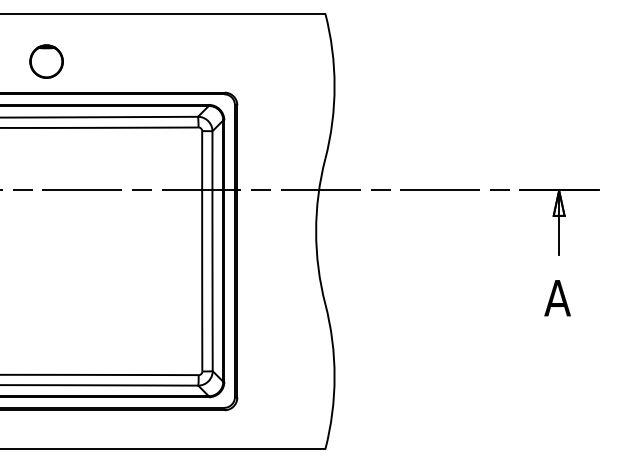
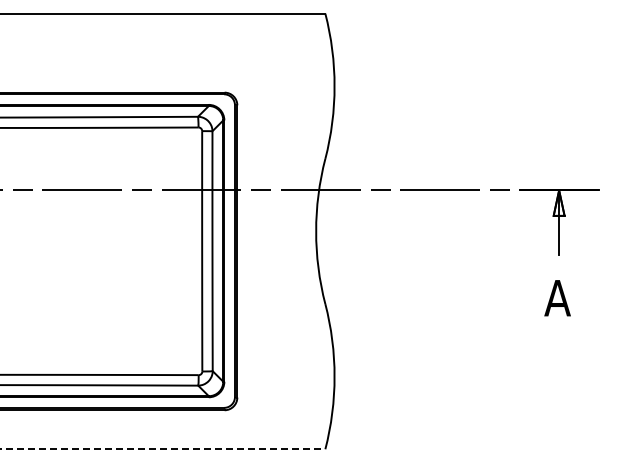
part at (46, 61): present -> none
line at (163, 449): solid -> dashed
